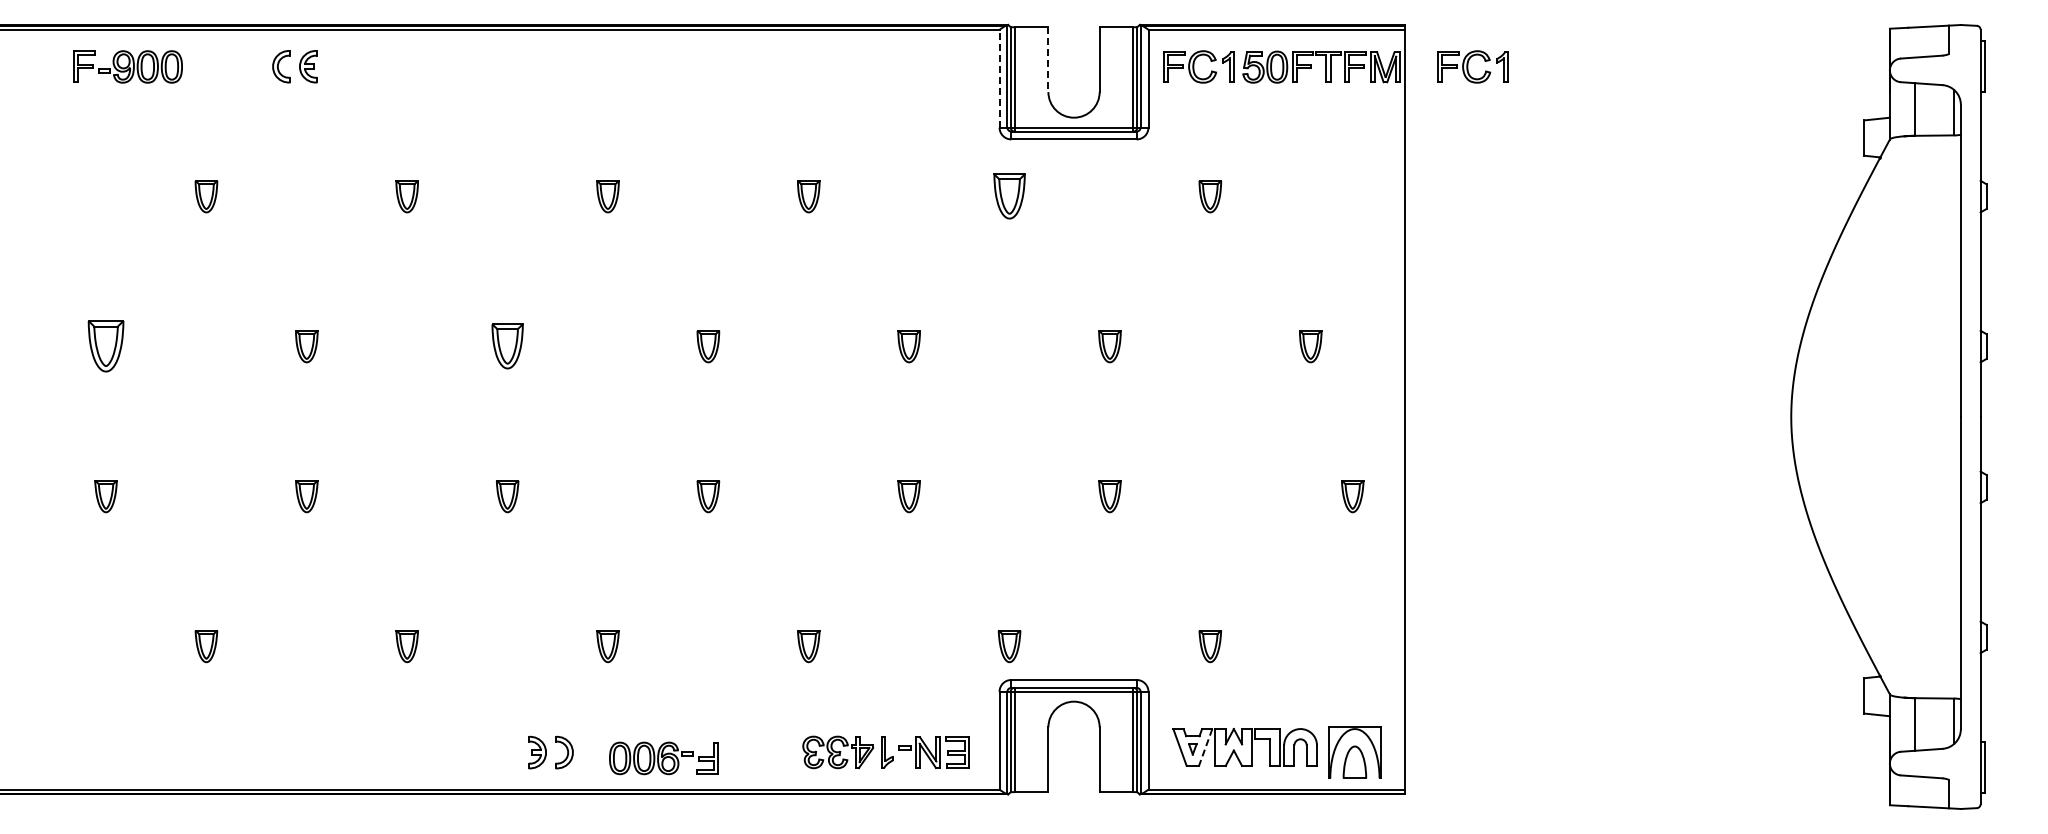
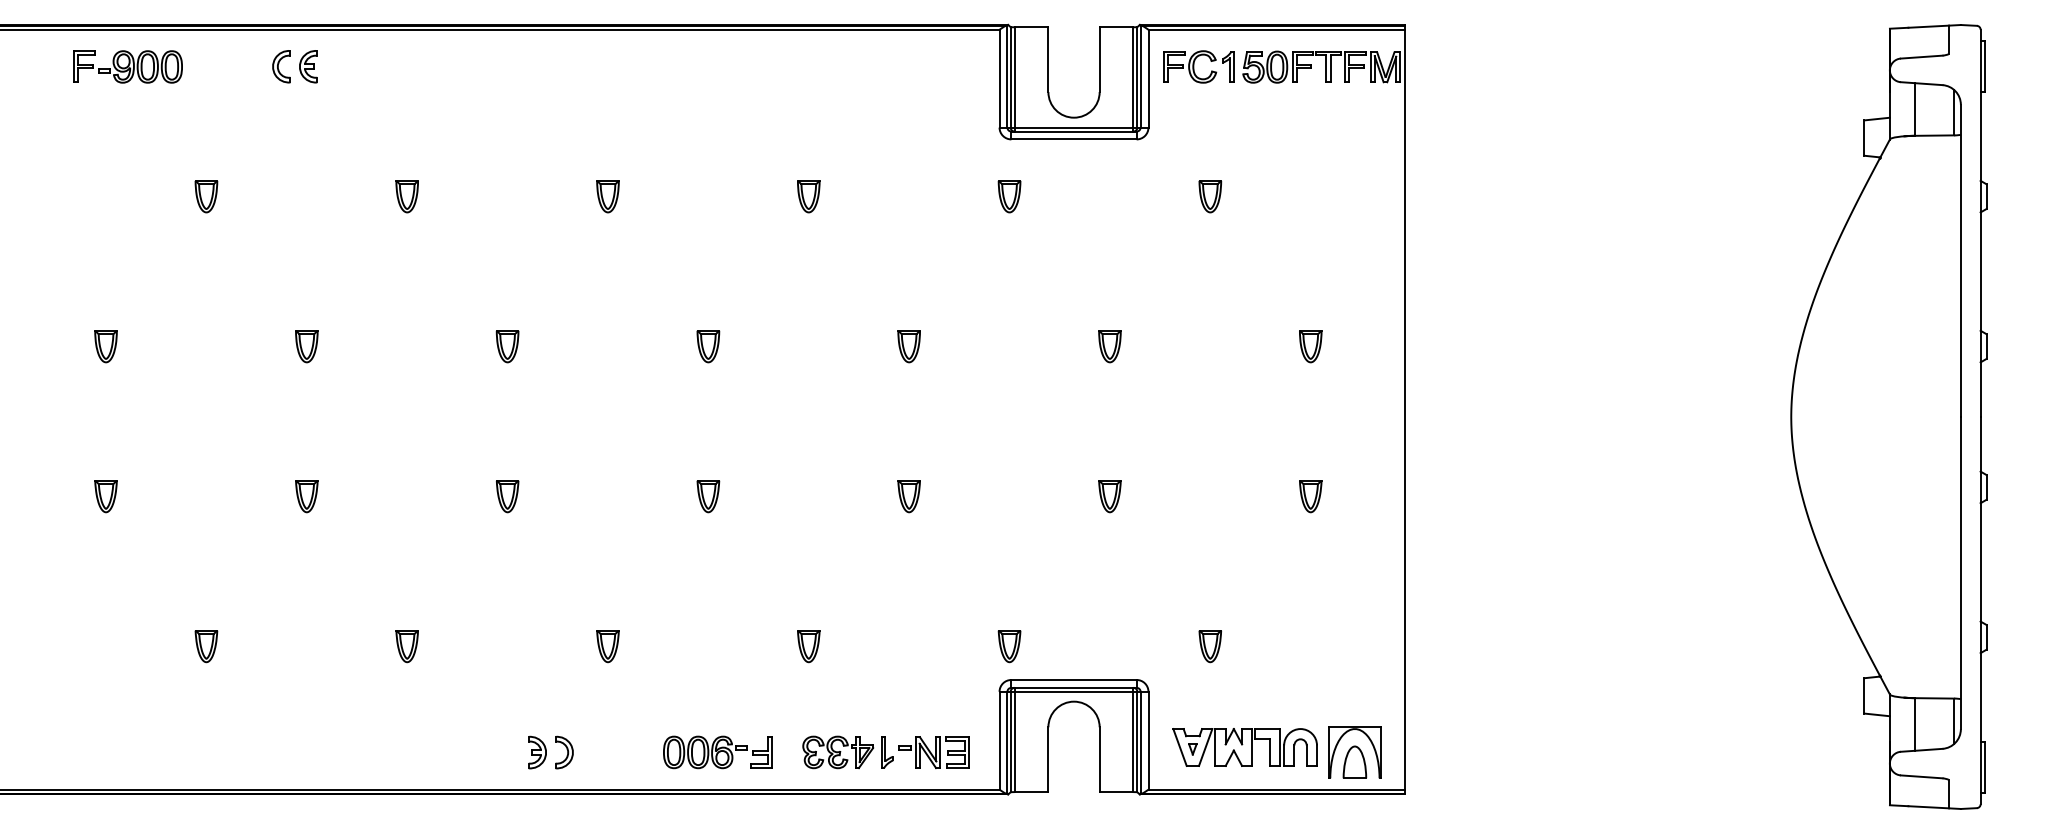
line at (1048, 60): dashed -> solid
part at (1472, 66): present -> none
line at (999, 78): dashed -> solid
part at (1009, 196) size: 33x47 px -> 25x34 px
part at (105, 346) size: 38x53 px -> 24x34 px
part at (507, 346) size: 33x47 px -> 25x34 px
part at (1352, 496) position: (1352, 496) -> (1310, 496)
line at (1205, 747): dashed -> solid
part at (663, 758) position: (663, 758) -> (717, 752)
